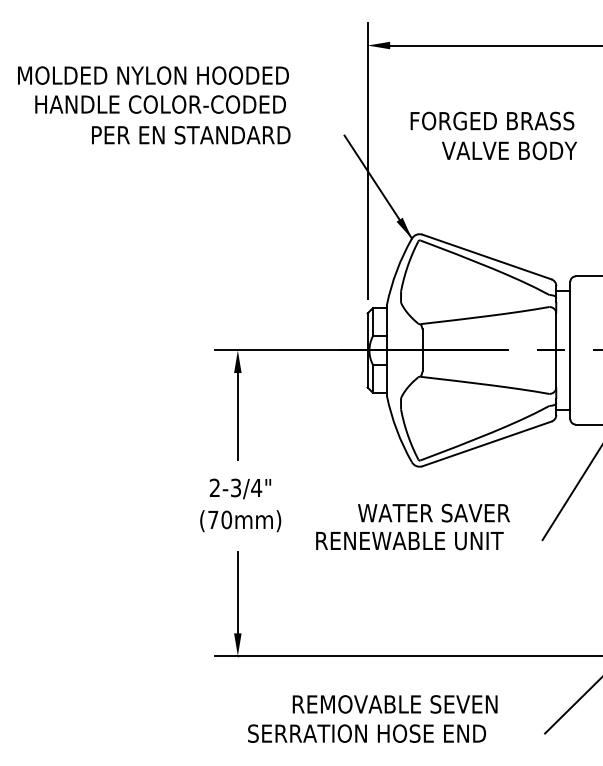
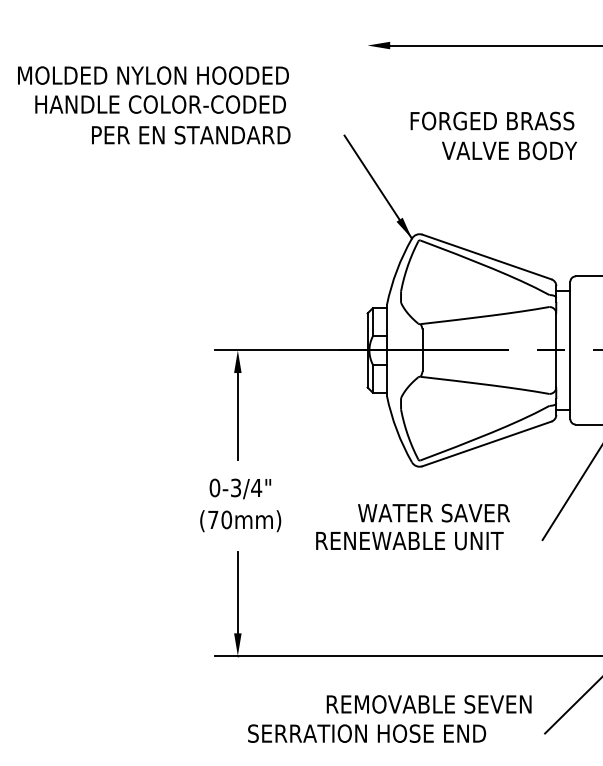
line at (367, 160): present -> none
text at (214, 487): 2-3/4" -> 0-3/4"
text at (394, 704) position: (394, 704) -> (428, 704)
